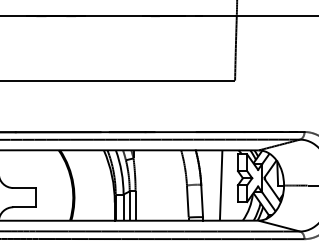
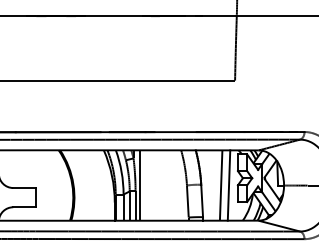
line at (140, 185): none -> present
line at (228, 185): none -> present
